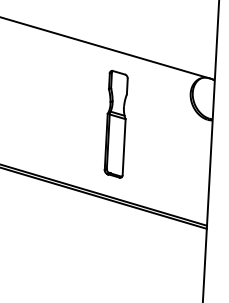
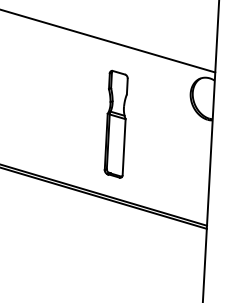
line at (107, 48) position: (107, 48) -> (108, 41)
